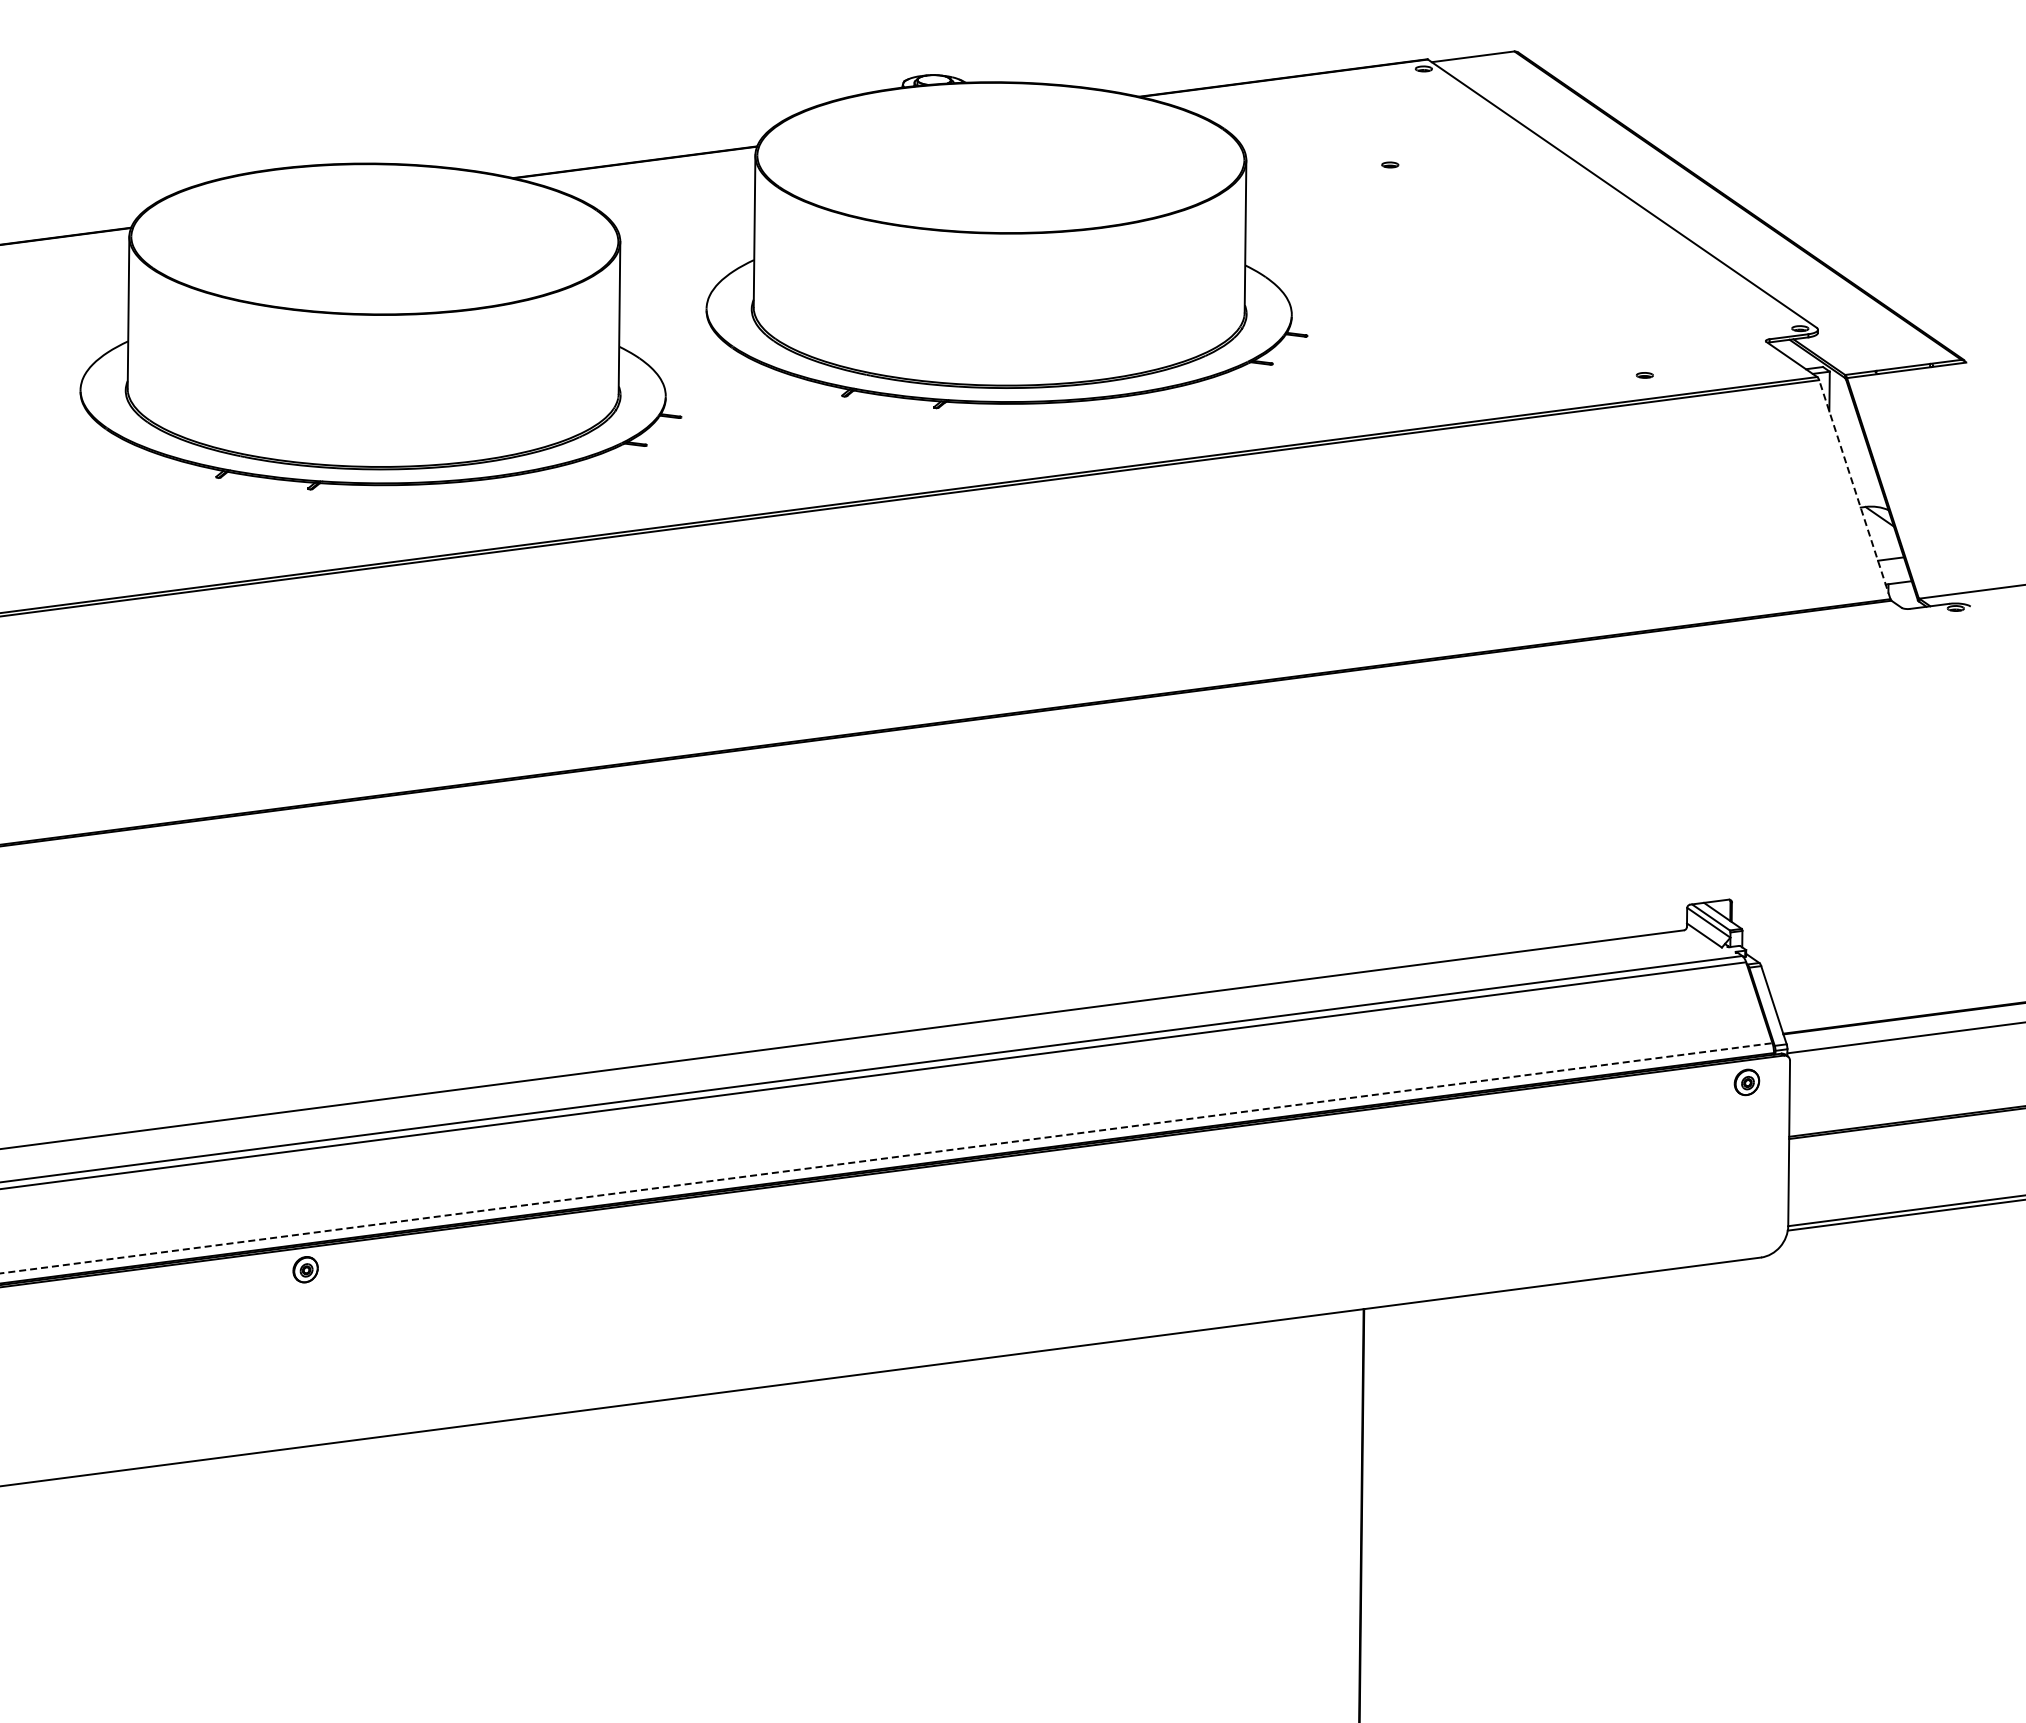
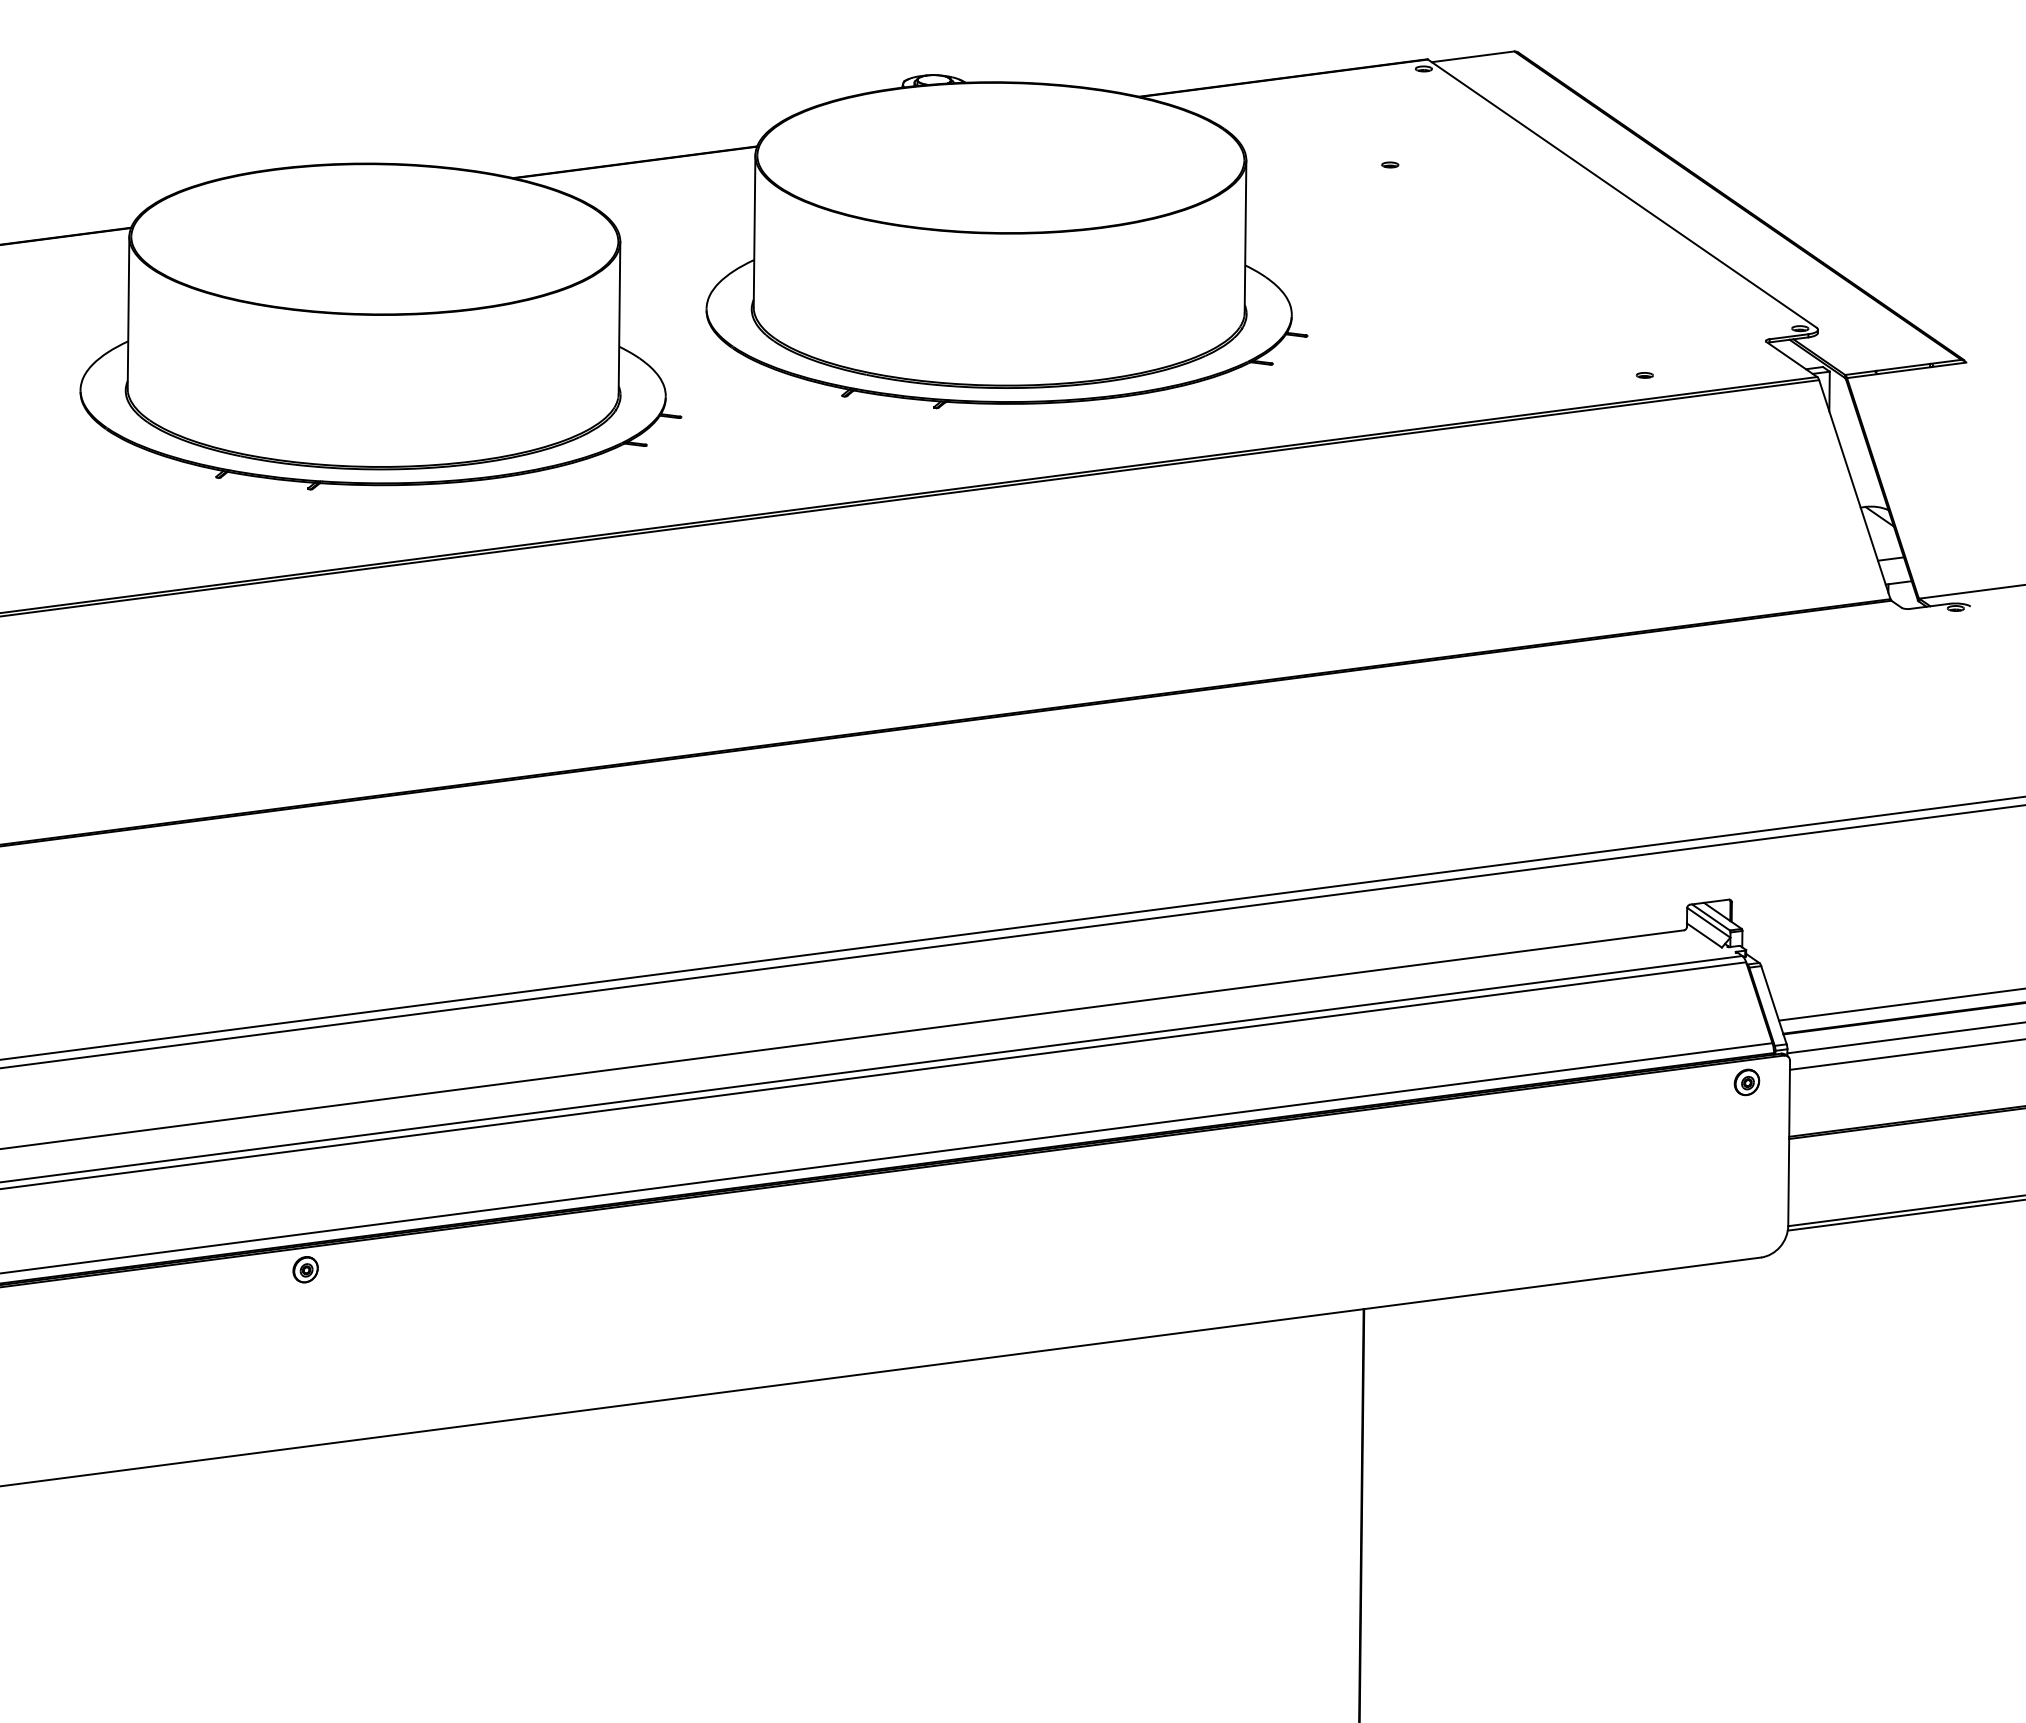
line at (1854, 489): dashed -> solid
line at (1012, 928): none -> present
line at (1012, 936): none -> present
line at (1900, 1004): none -> present
line at (1905, 1054): none -> present
line at (887, 1158): dashed -> solid
